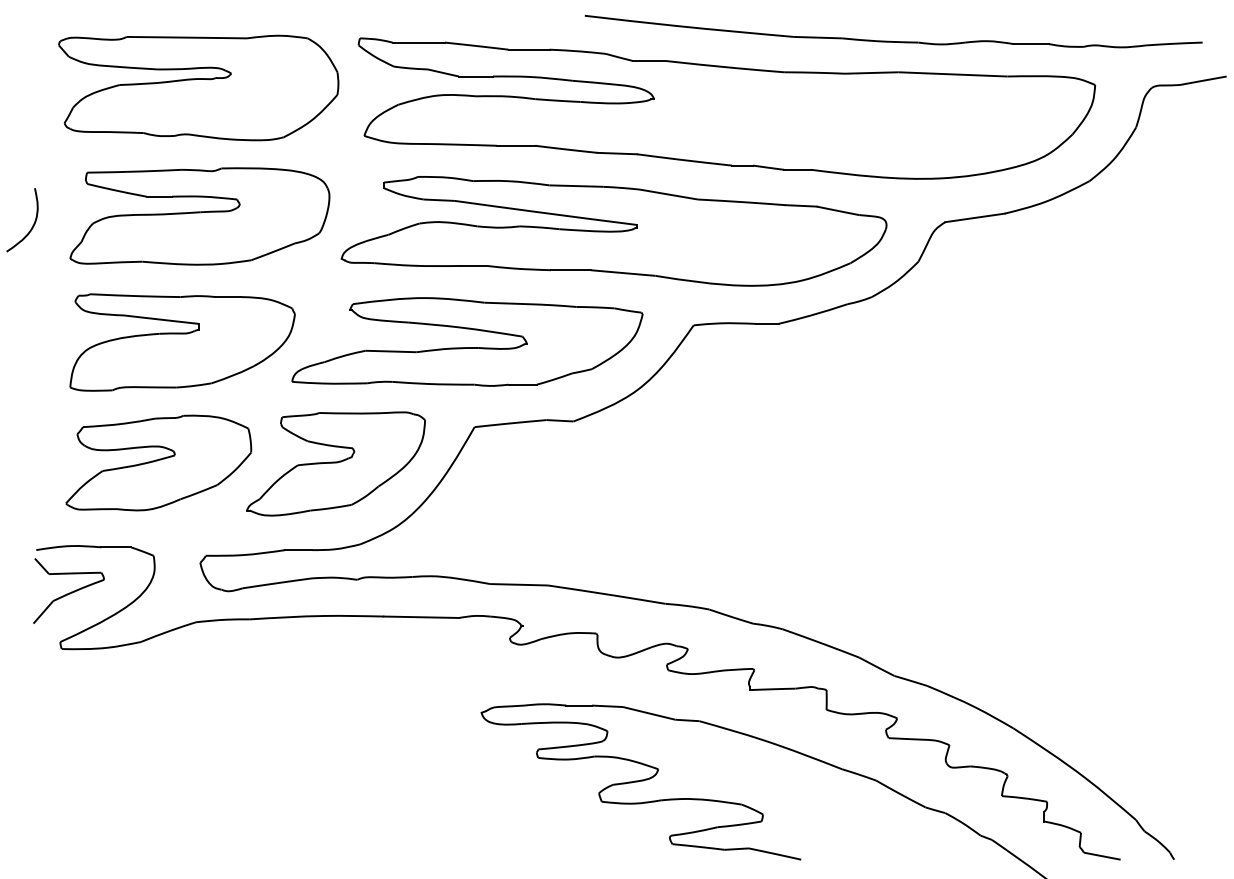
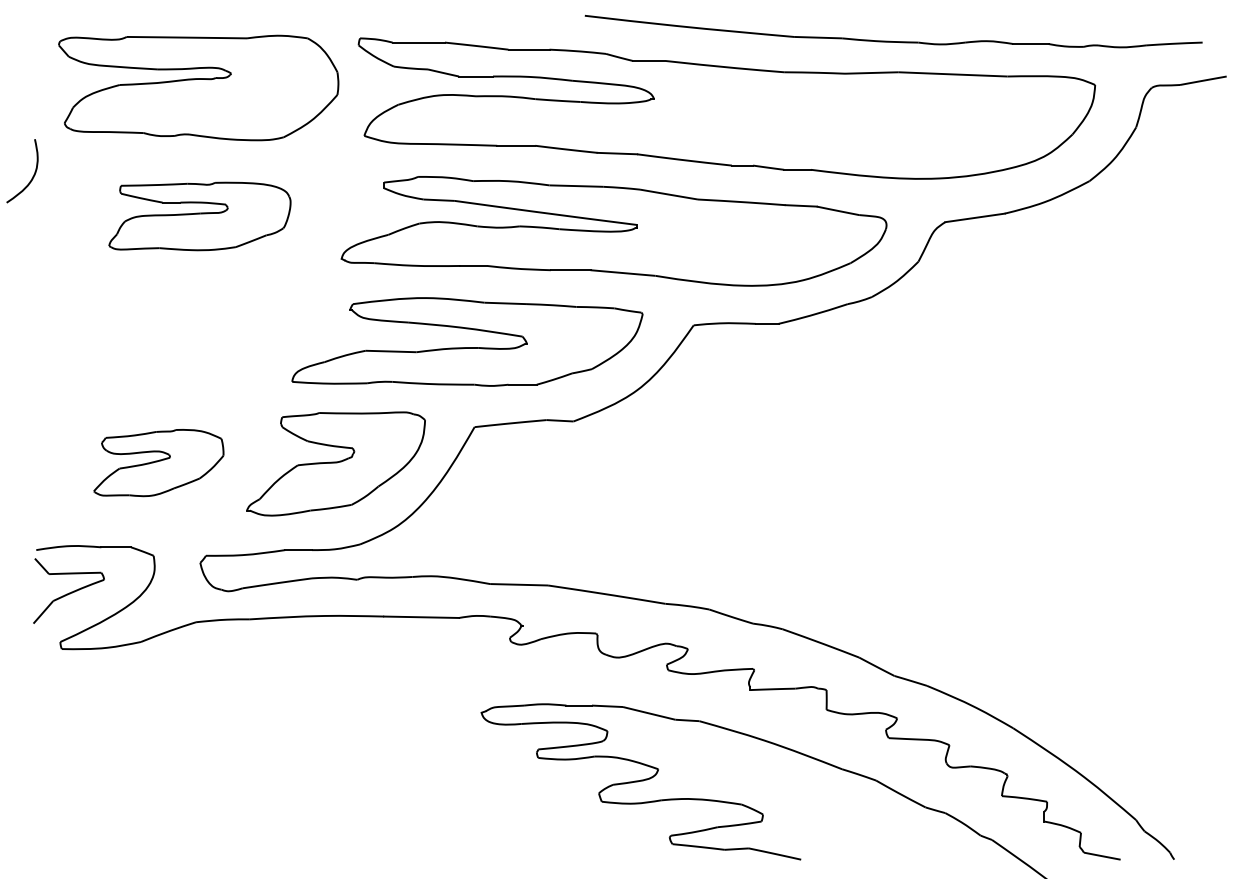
part at (199, 216) size: 262x99 px -> 184x71 px
curve at (32, 225) position: (32, 225) -> (32, 176)
part at (182, 342): present -> none
part at (158, 462) size: 188x98 px -> 132x69 px
